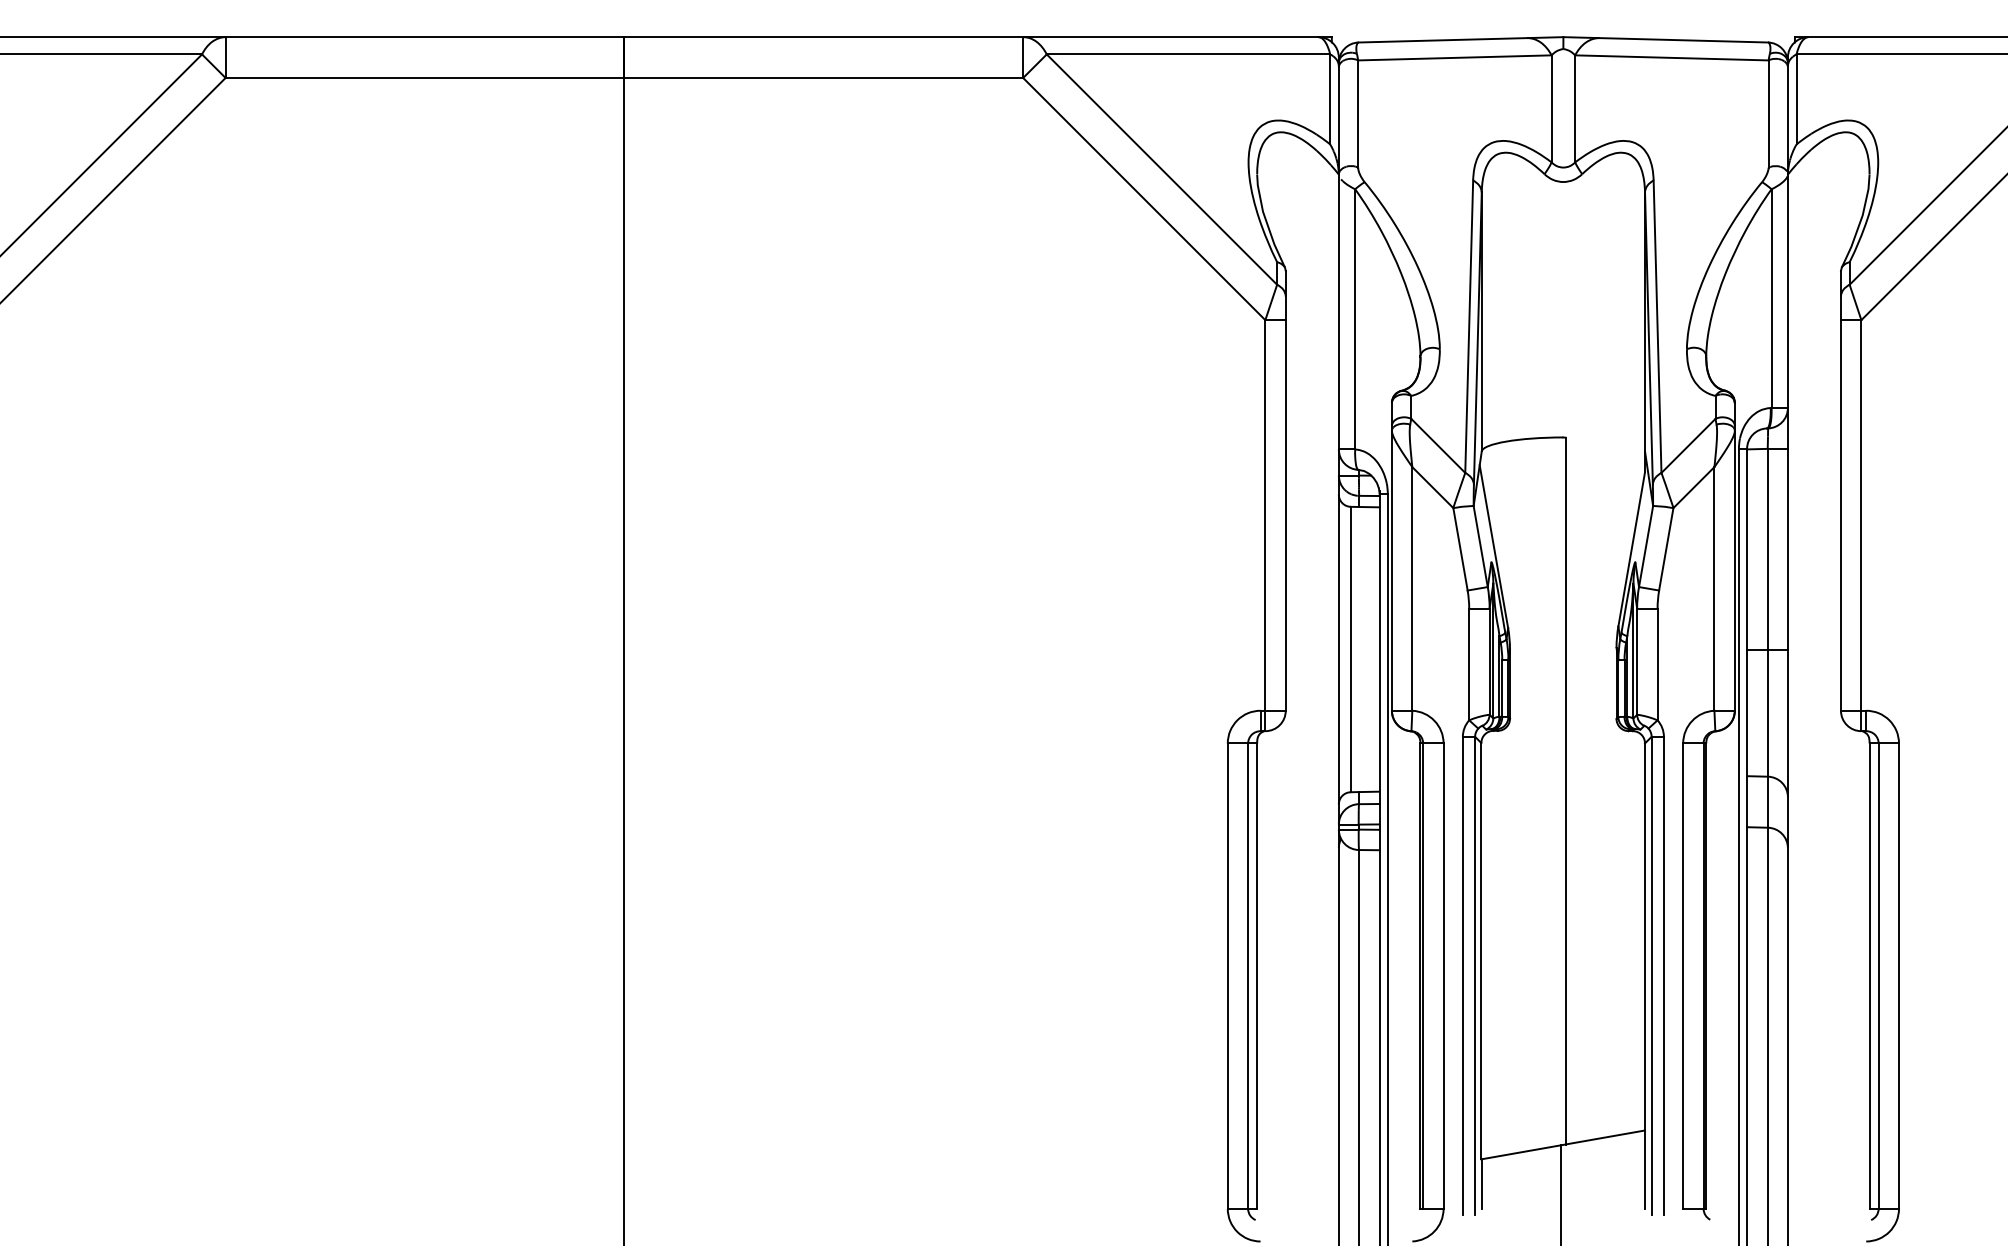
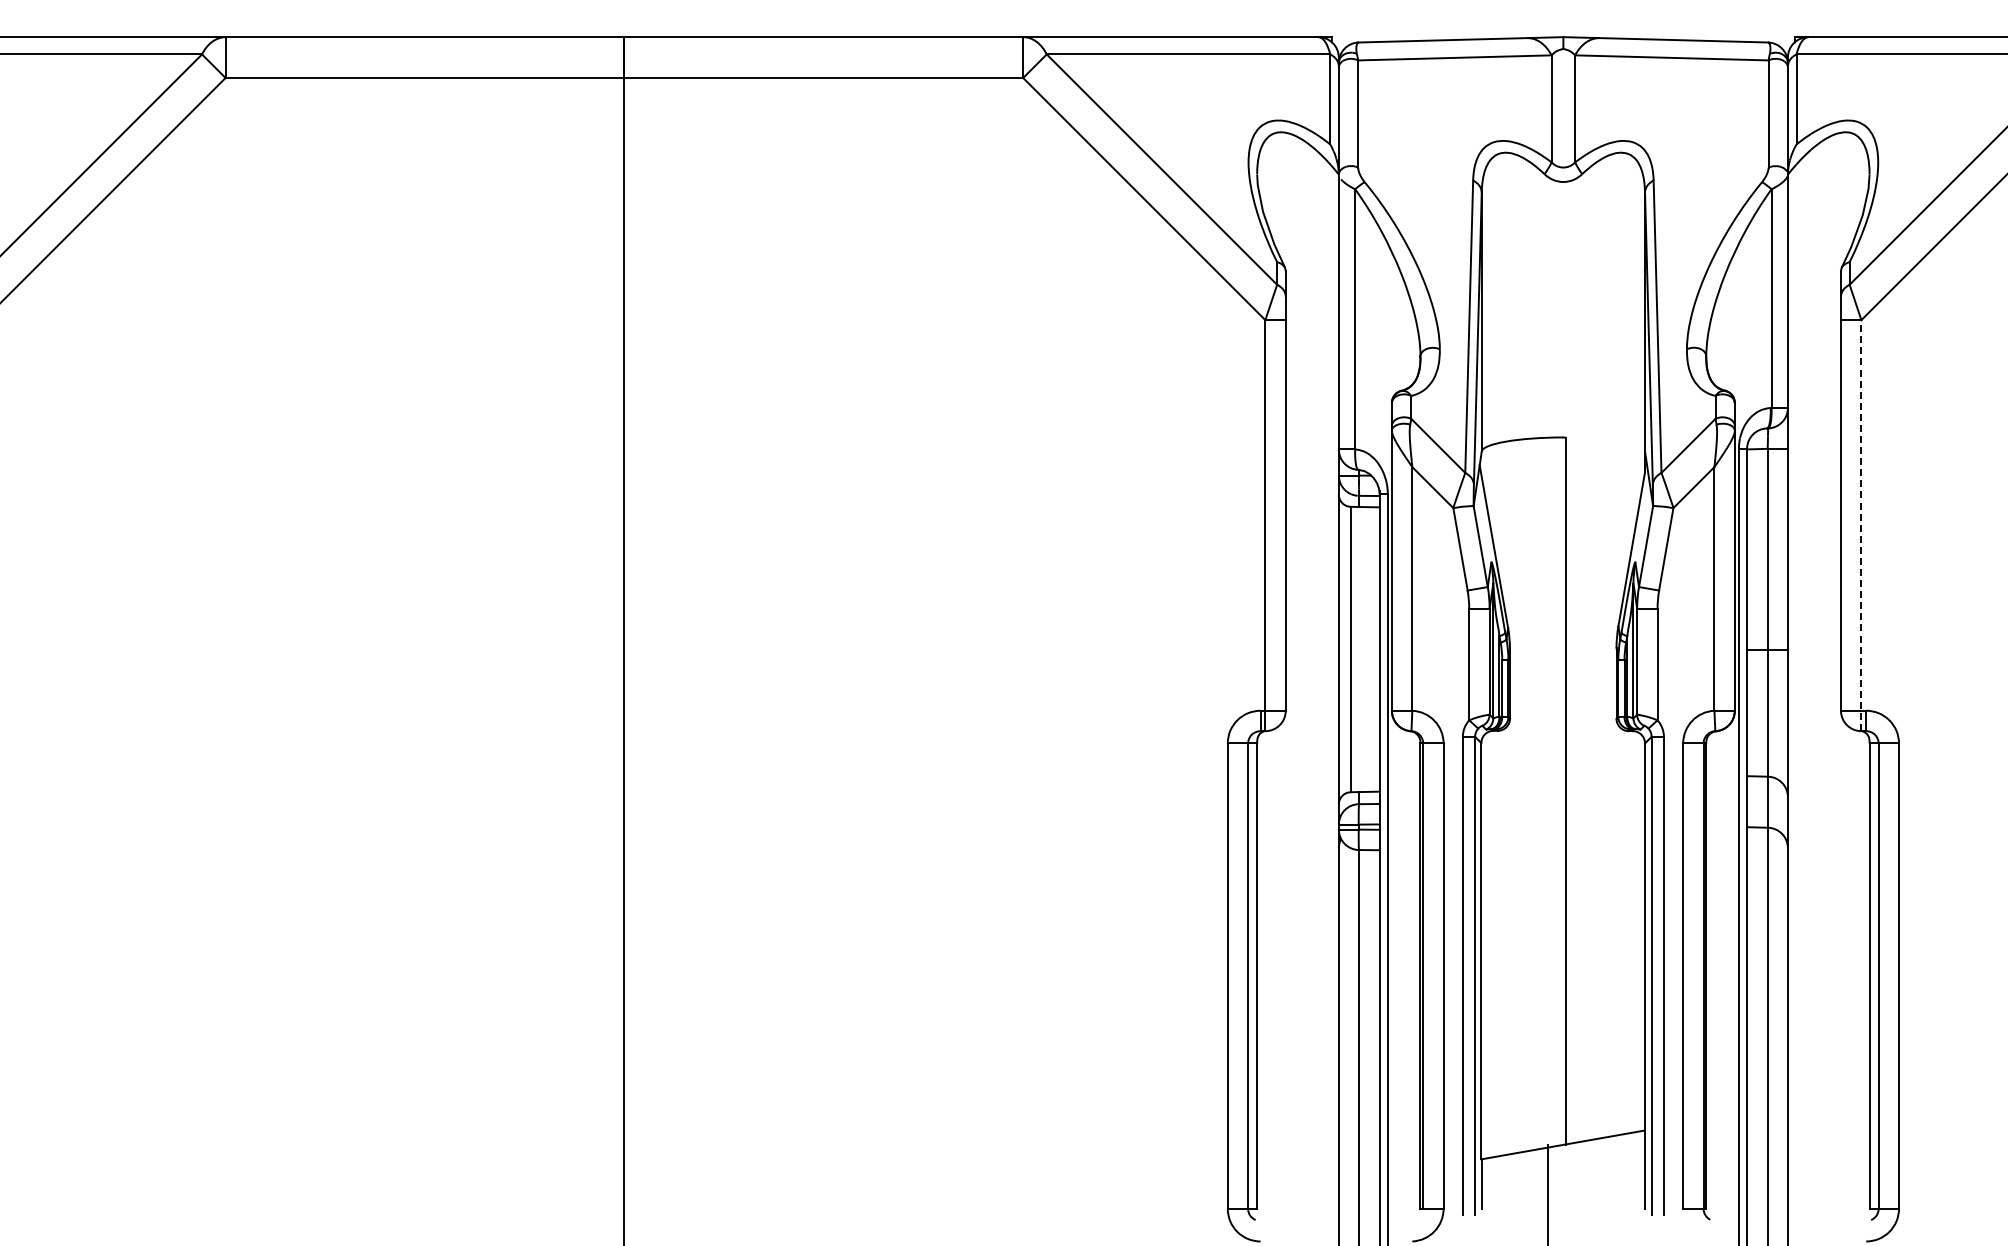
line at (1861, 525): solid -> dashed
line at (1561, 1193) position: (1561, 1193) -> (1548, 1193)
